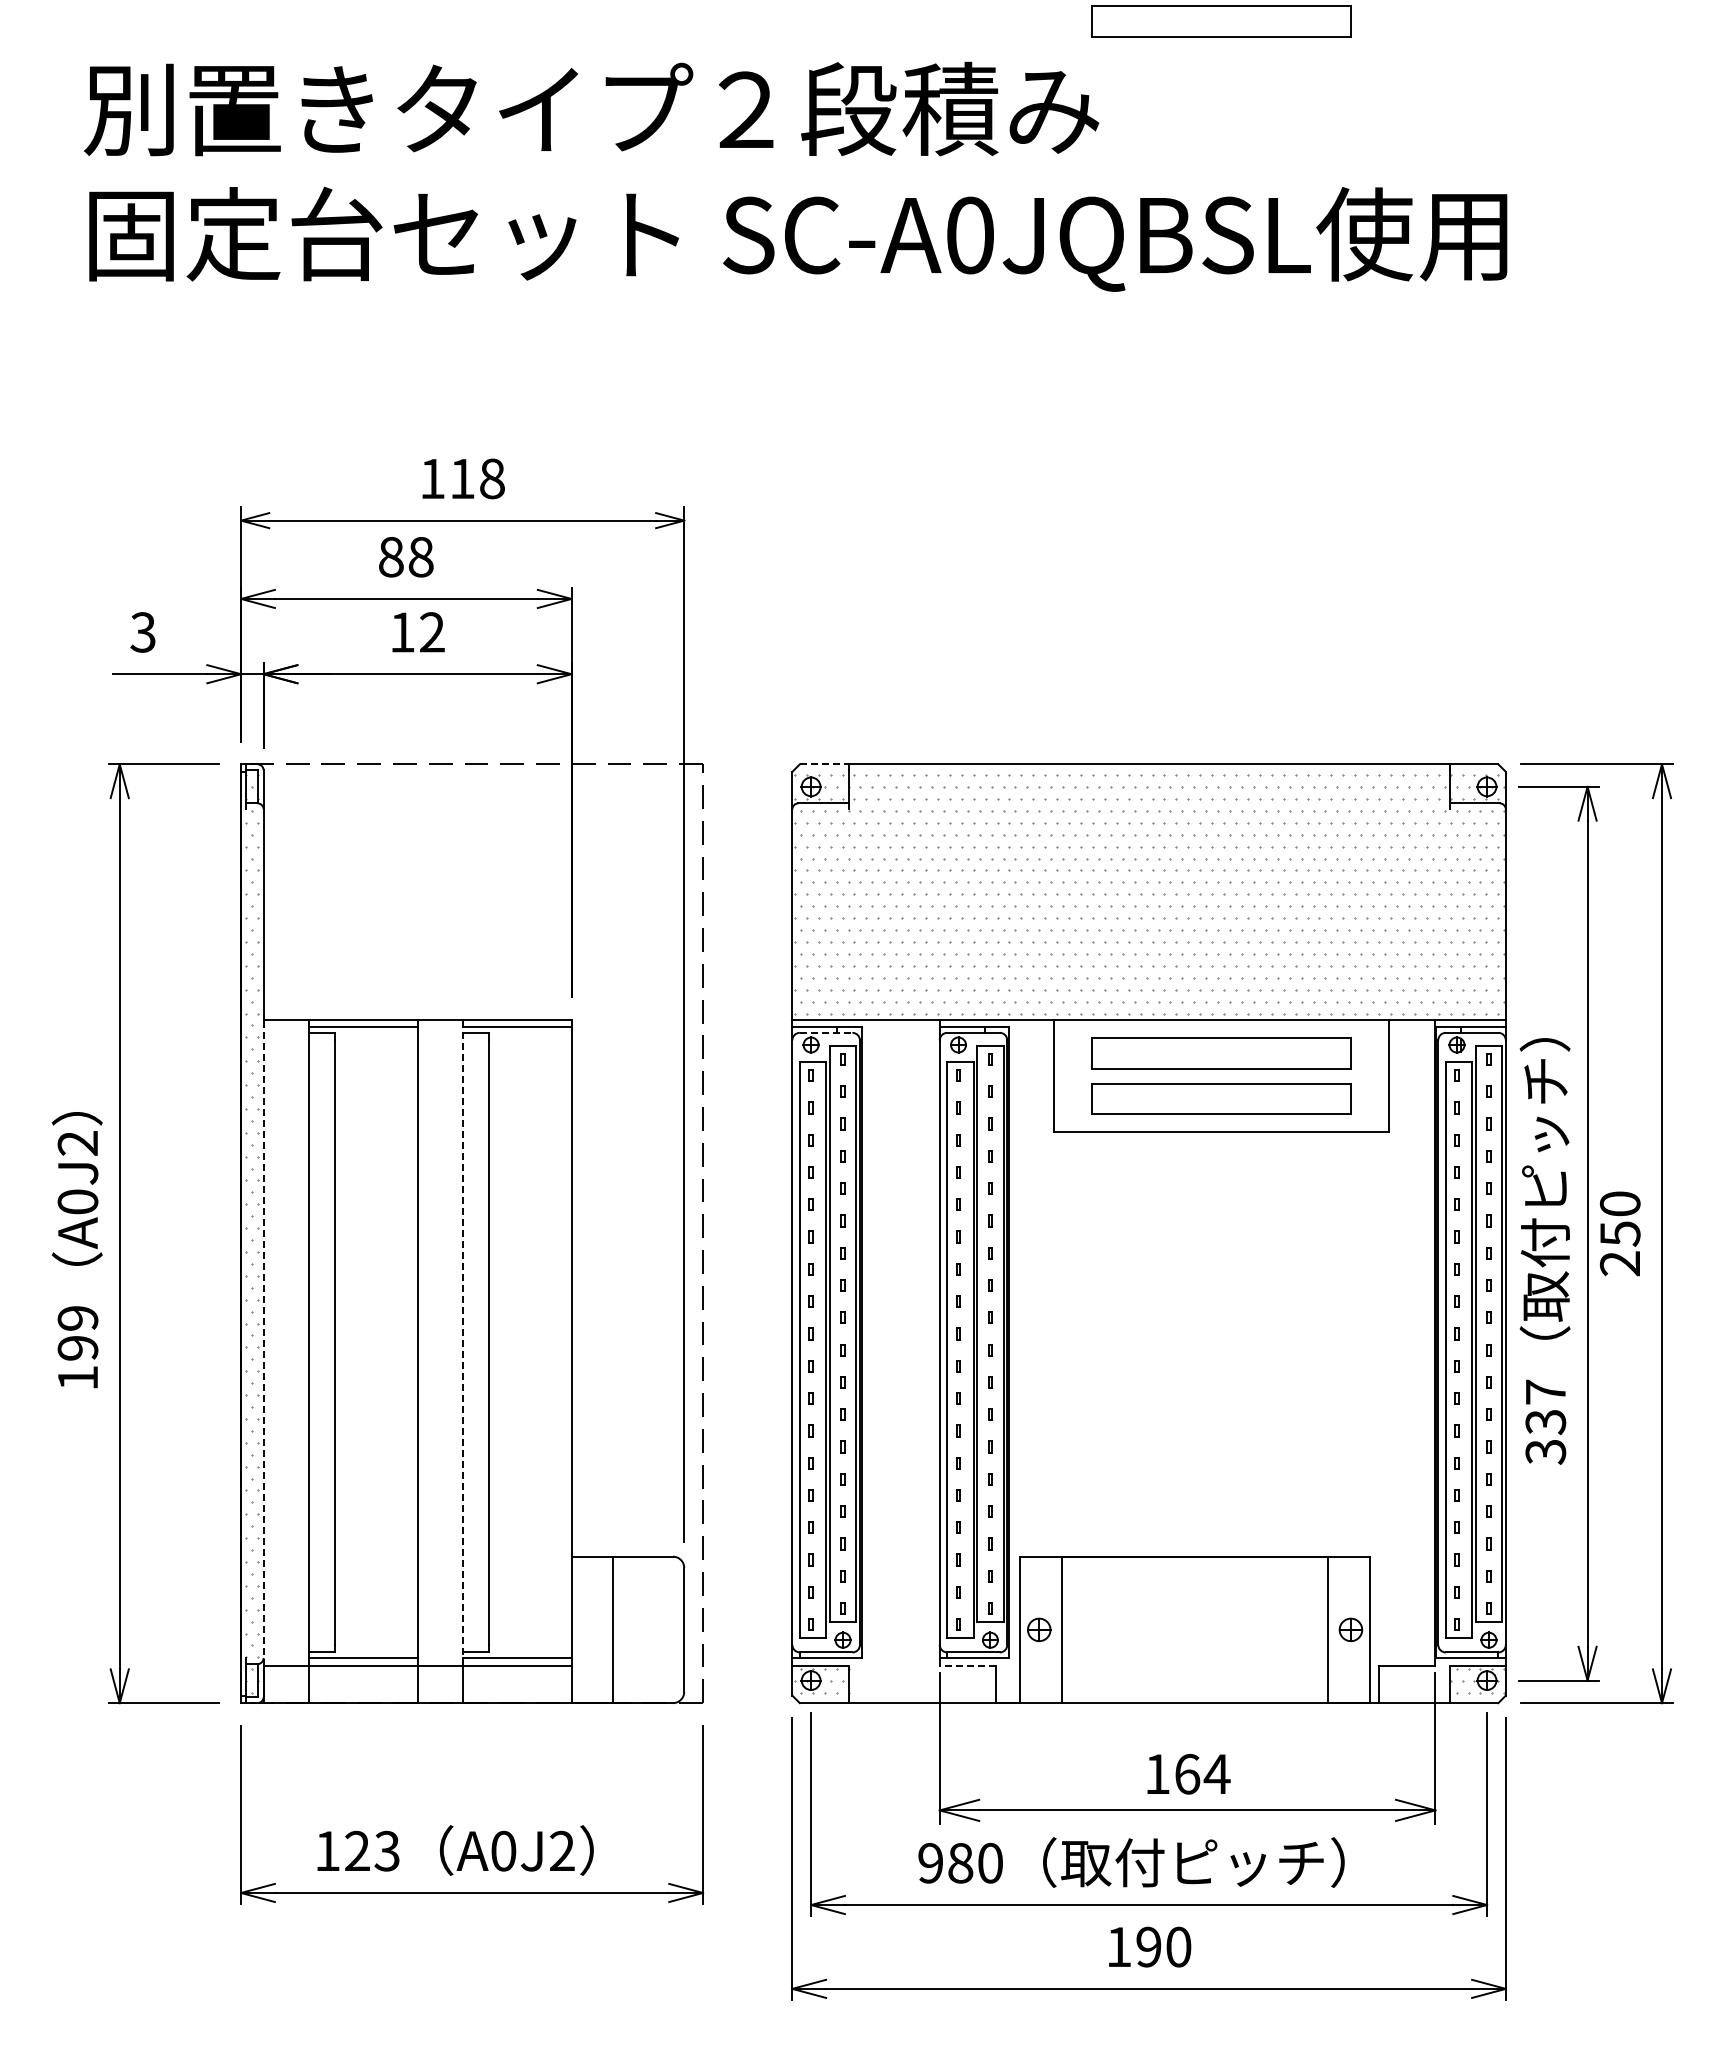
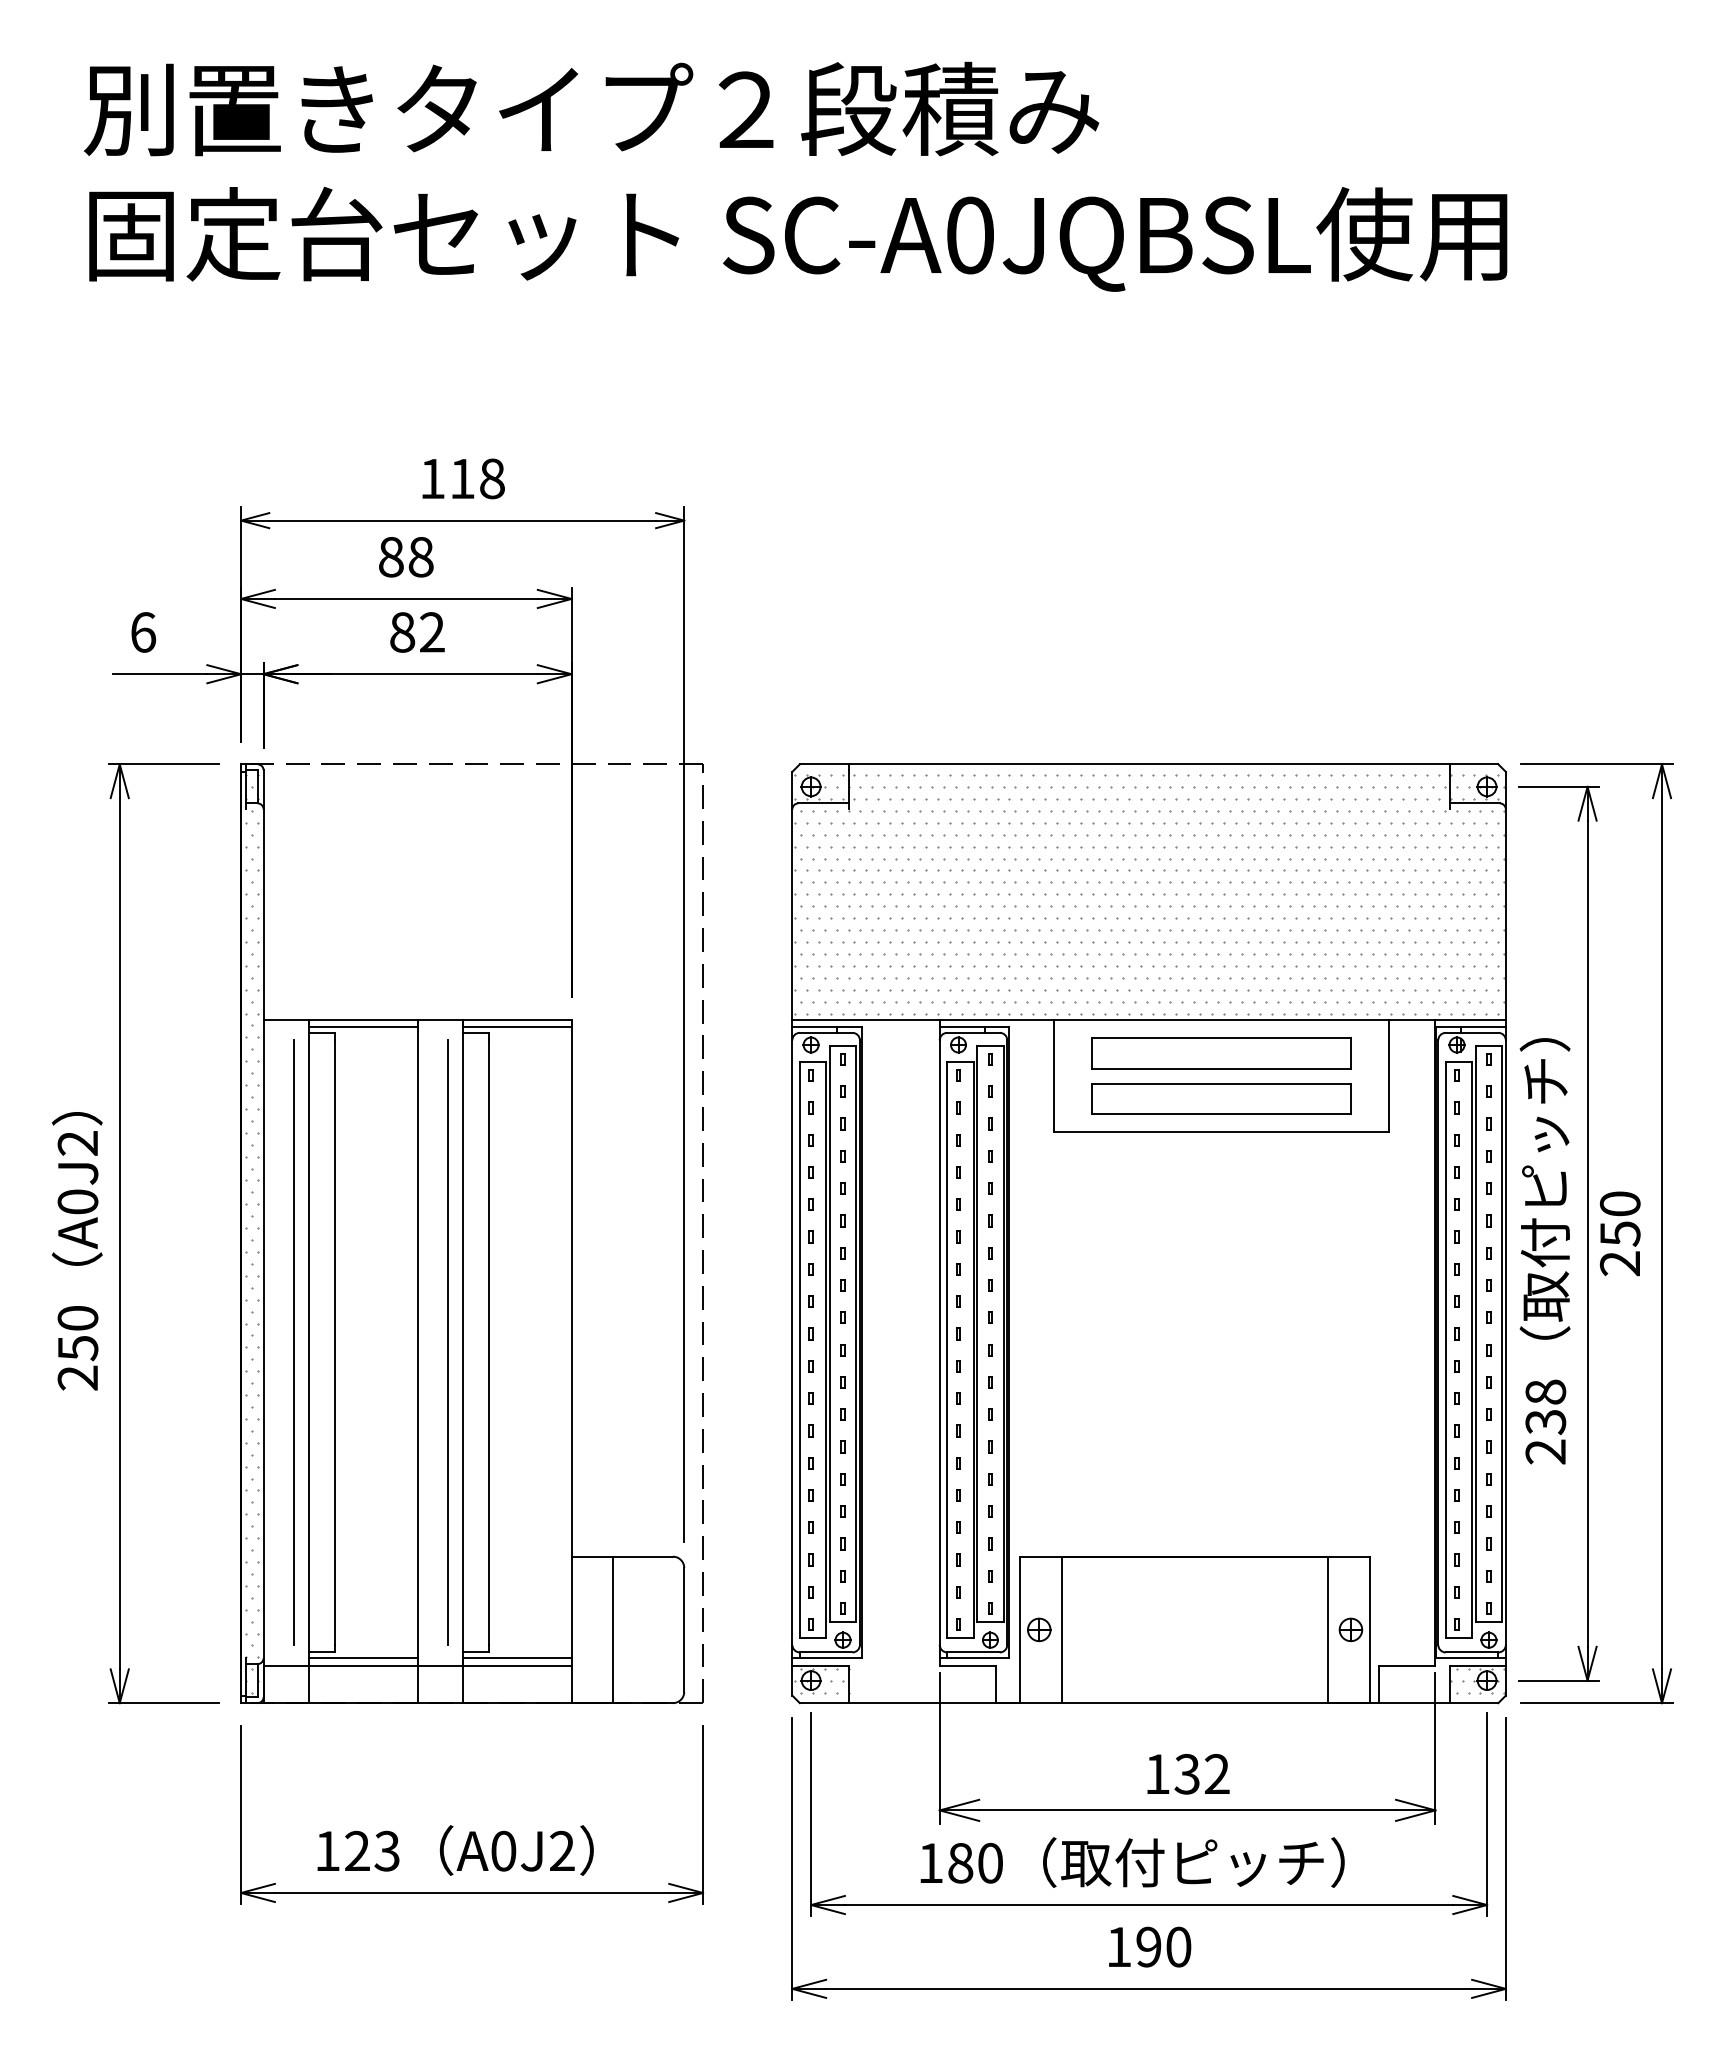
part at (1221, 21): present -> none
text at (143, 632): 3 -> 6
text at (402, 632): 12 -> 82
line at (824, 764): dashed -> solid
line at (826, 1032): dashed -> solid
line at (263, 1342): dashed -> solid
line at (293, 1342): none -> present
line at (447, 1342): none -> present
line at (462, 1342): dashed -> solid
text at (77, 1348): 199 -> 250
text at (1545, 1421): 337 -> 238
line at (967, 1665): dashed -> solid
text at (1202, 1774): 164 -> 132
text at (930, 1863): 980 -> 180
